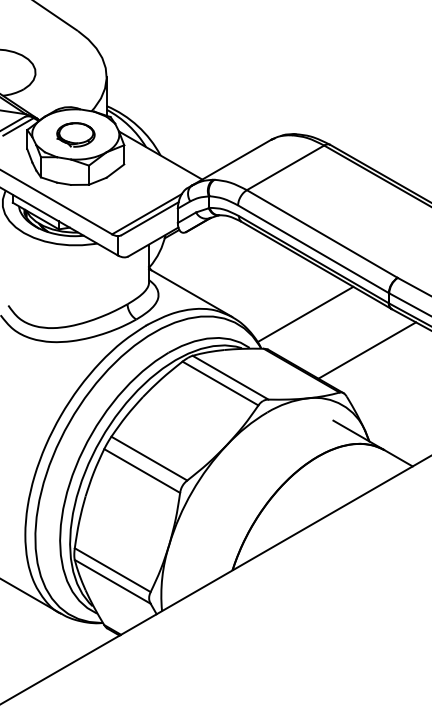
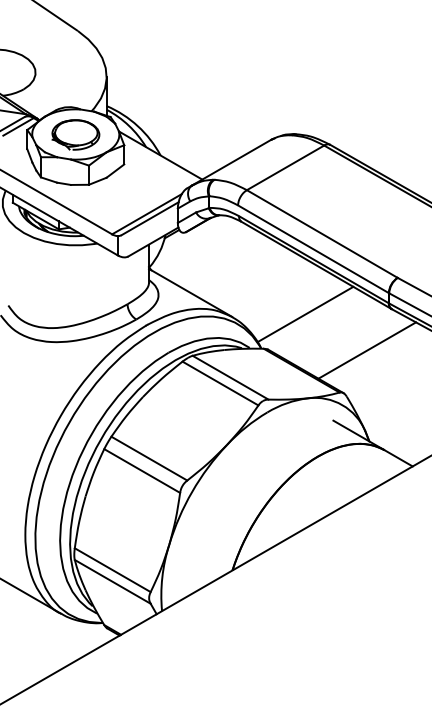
part at (75, 134) size: 40x26 px -> 50x32 px
